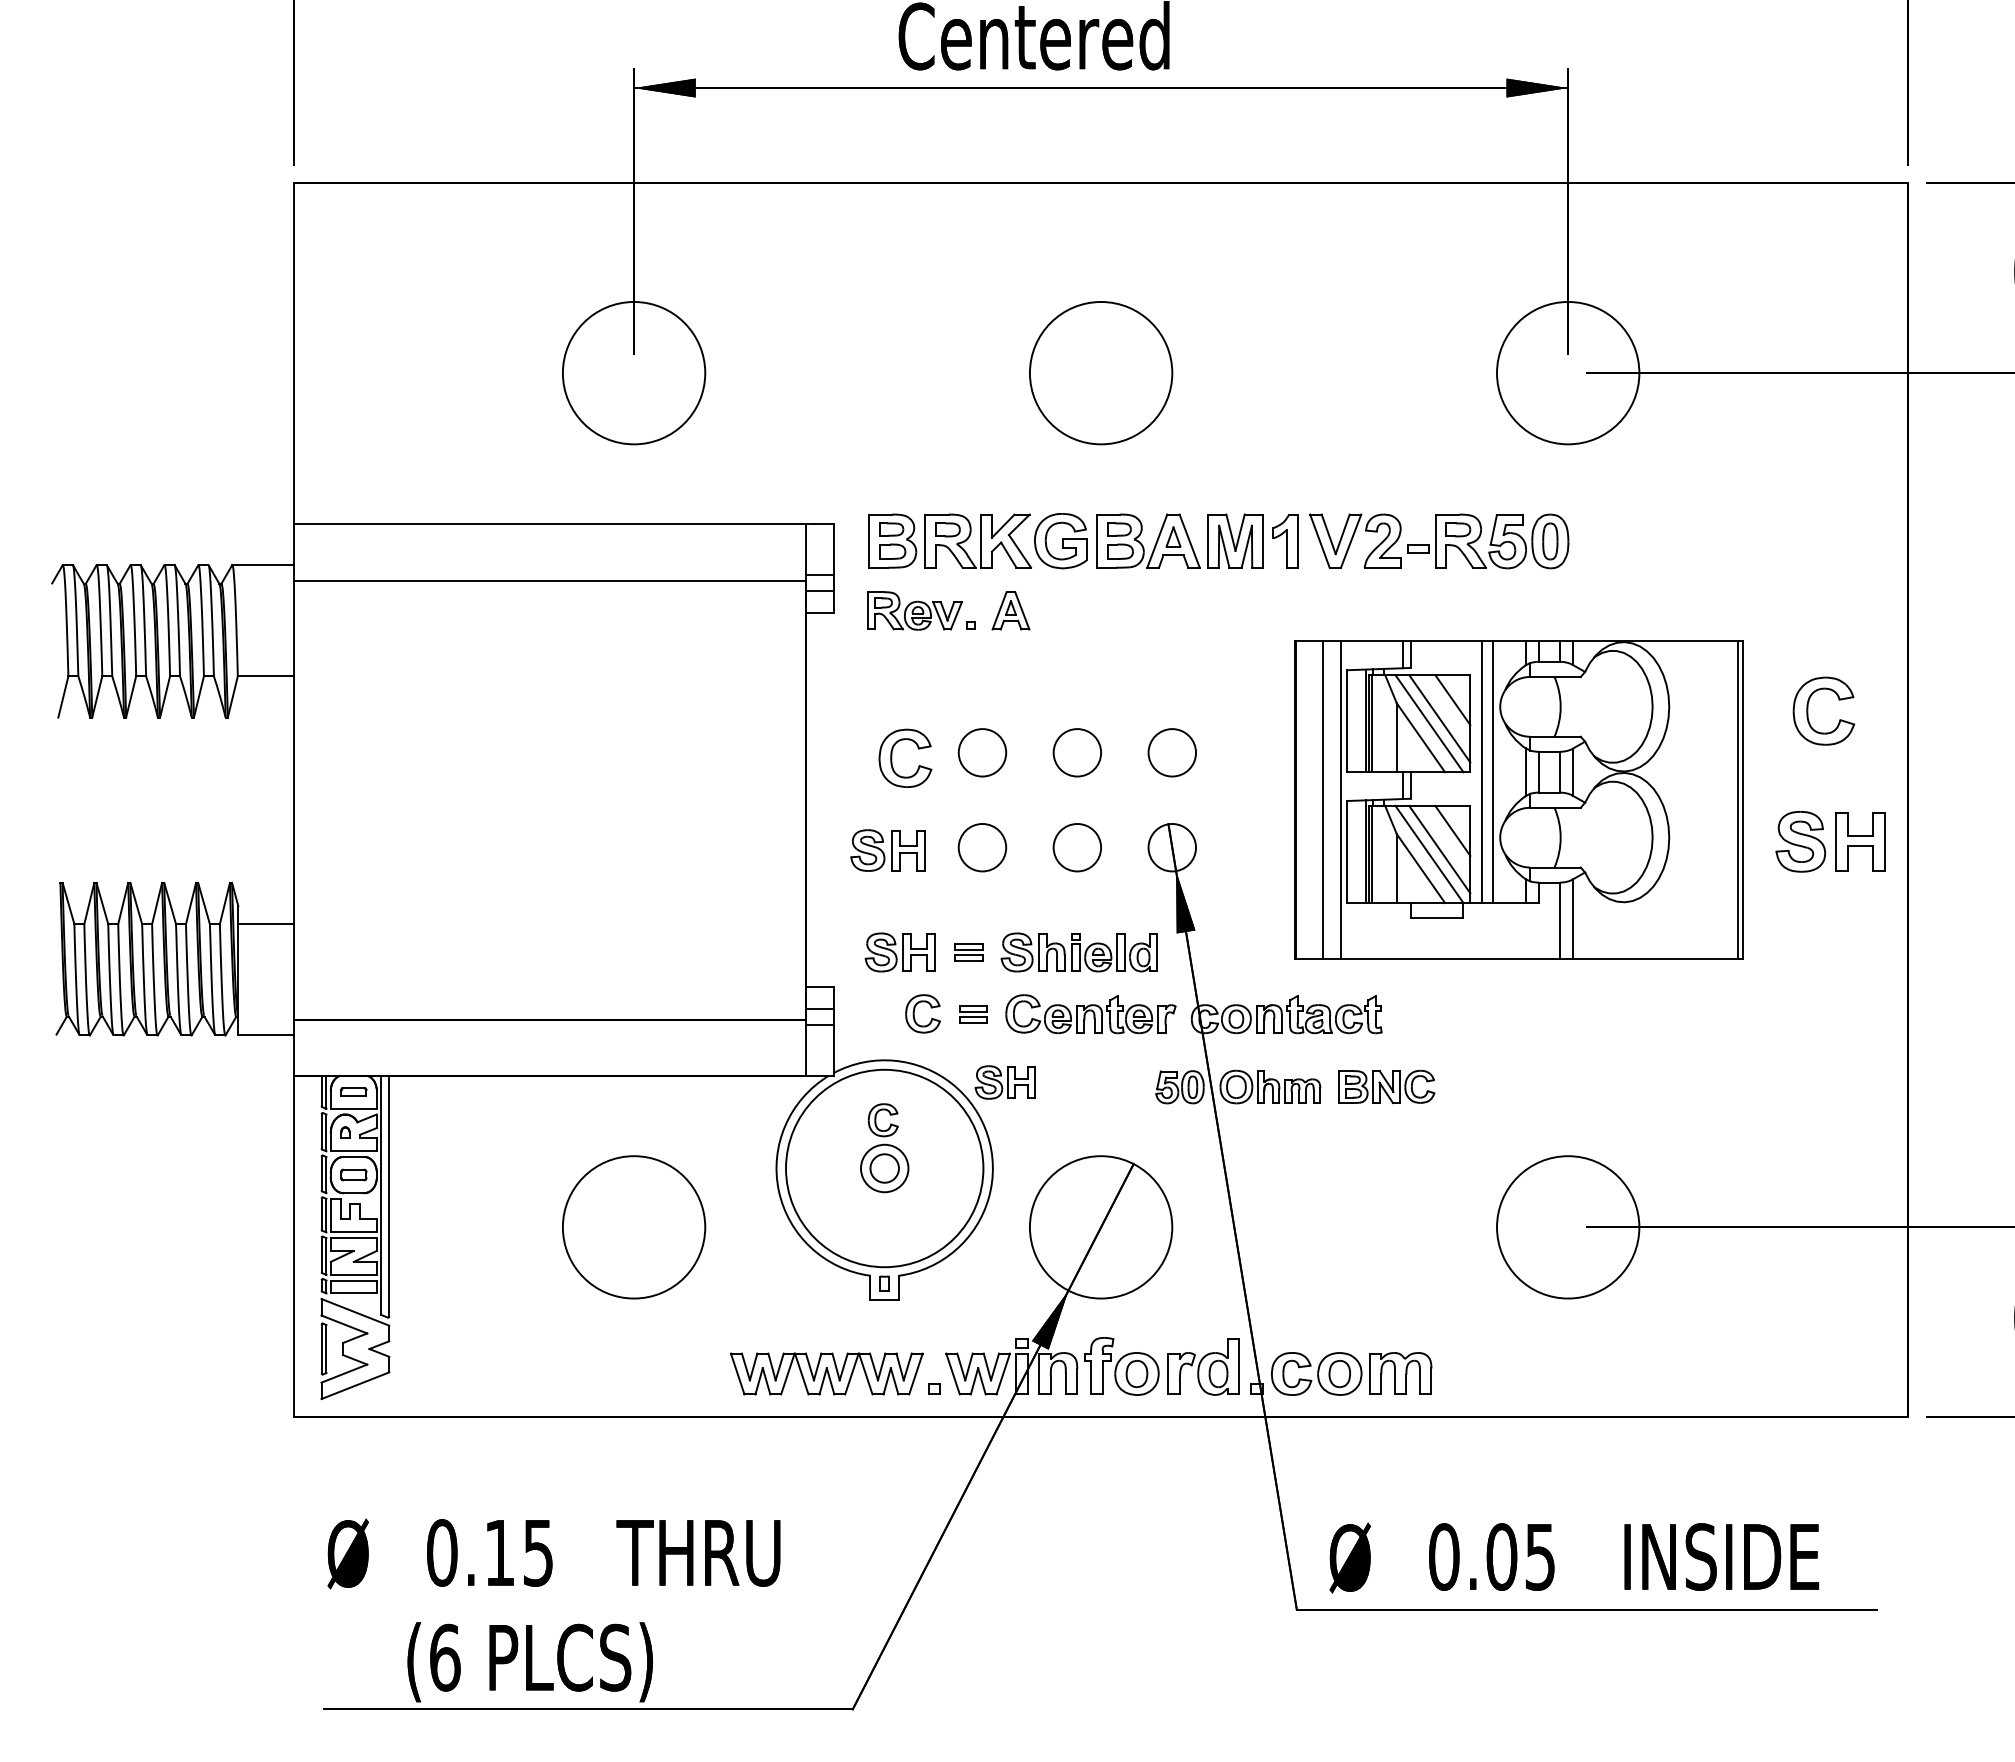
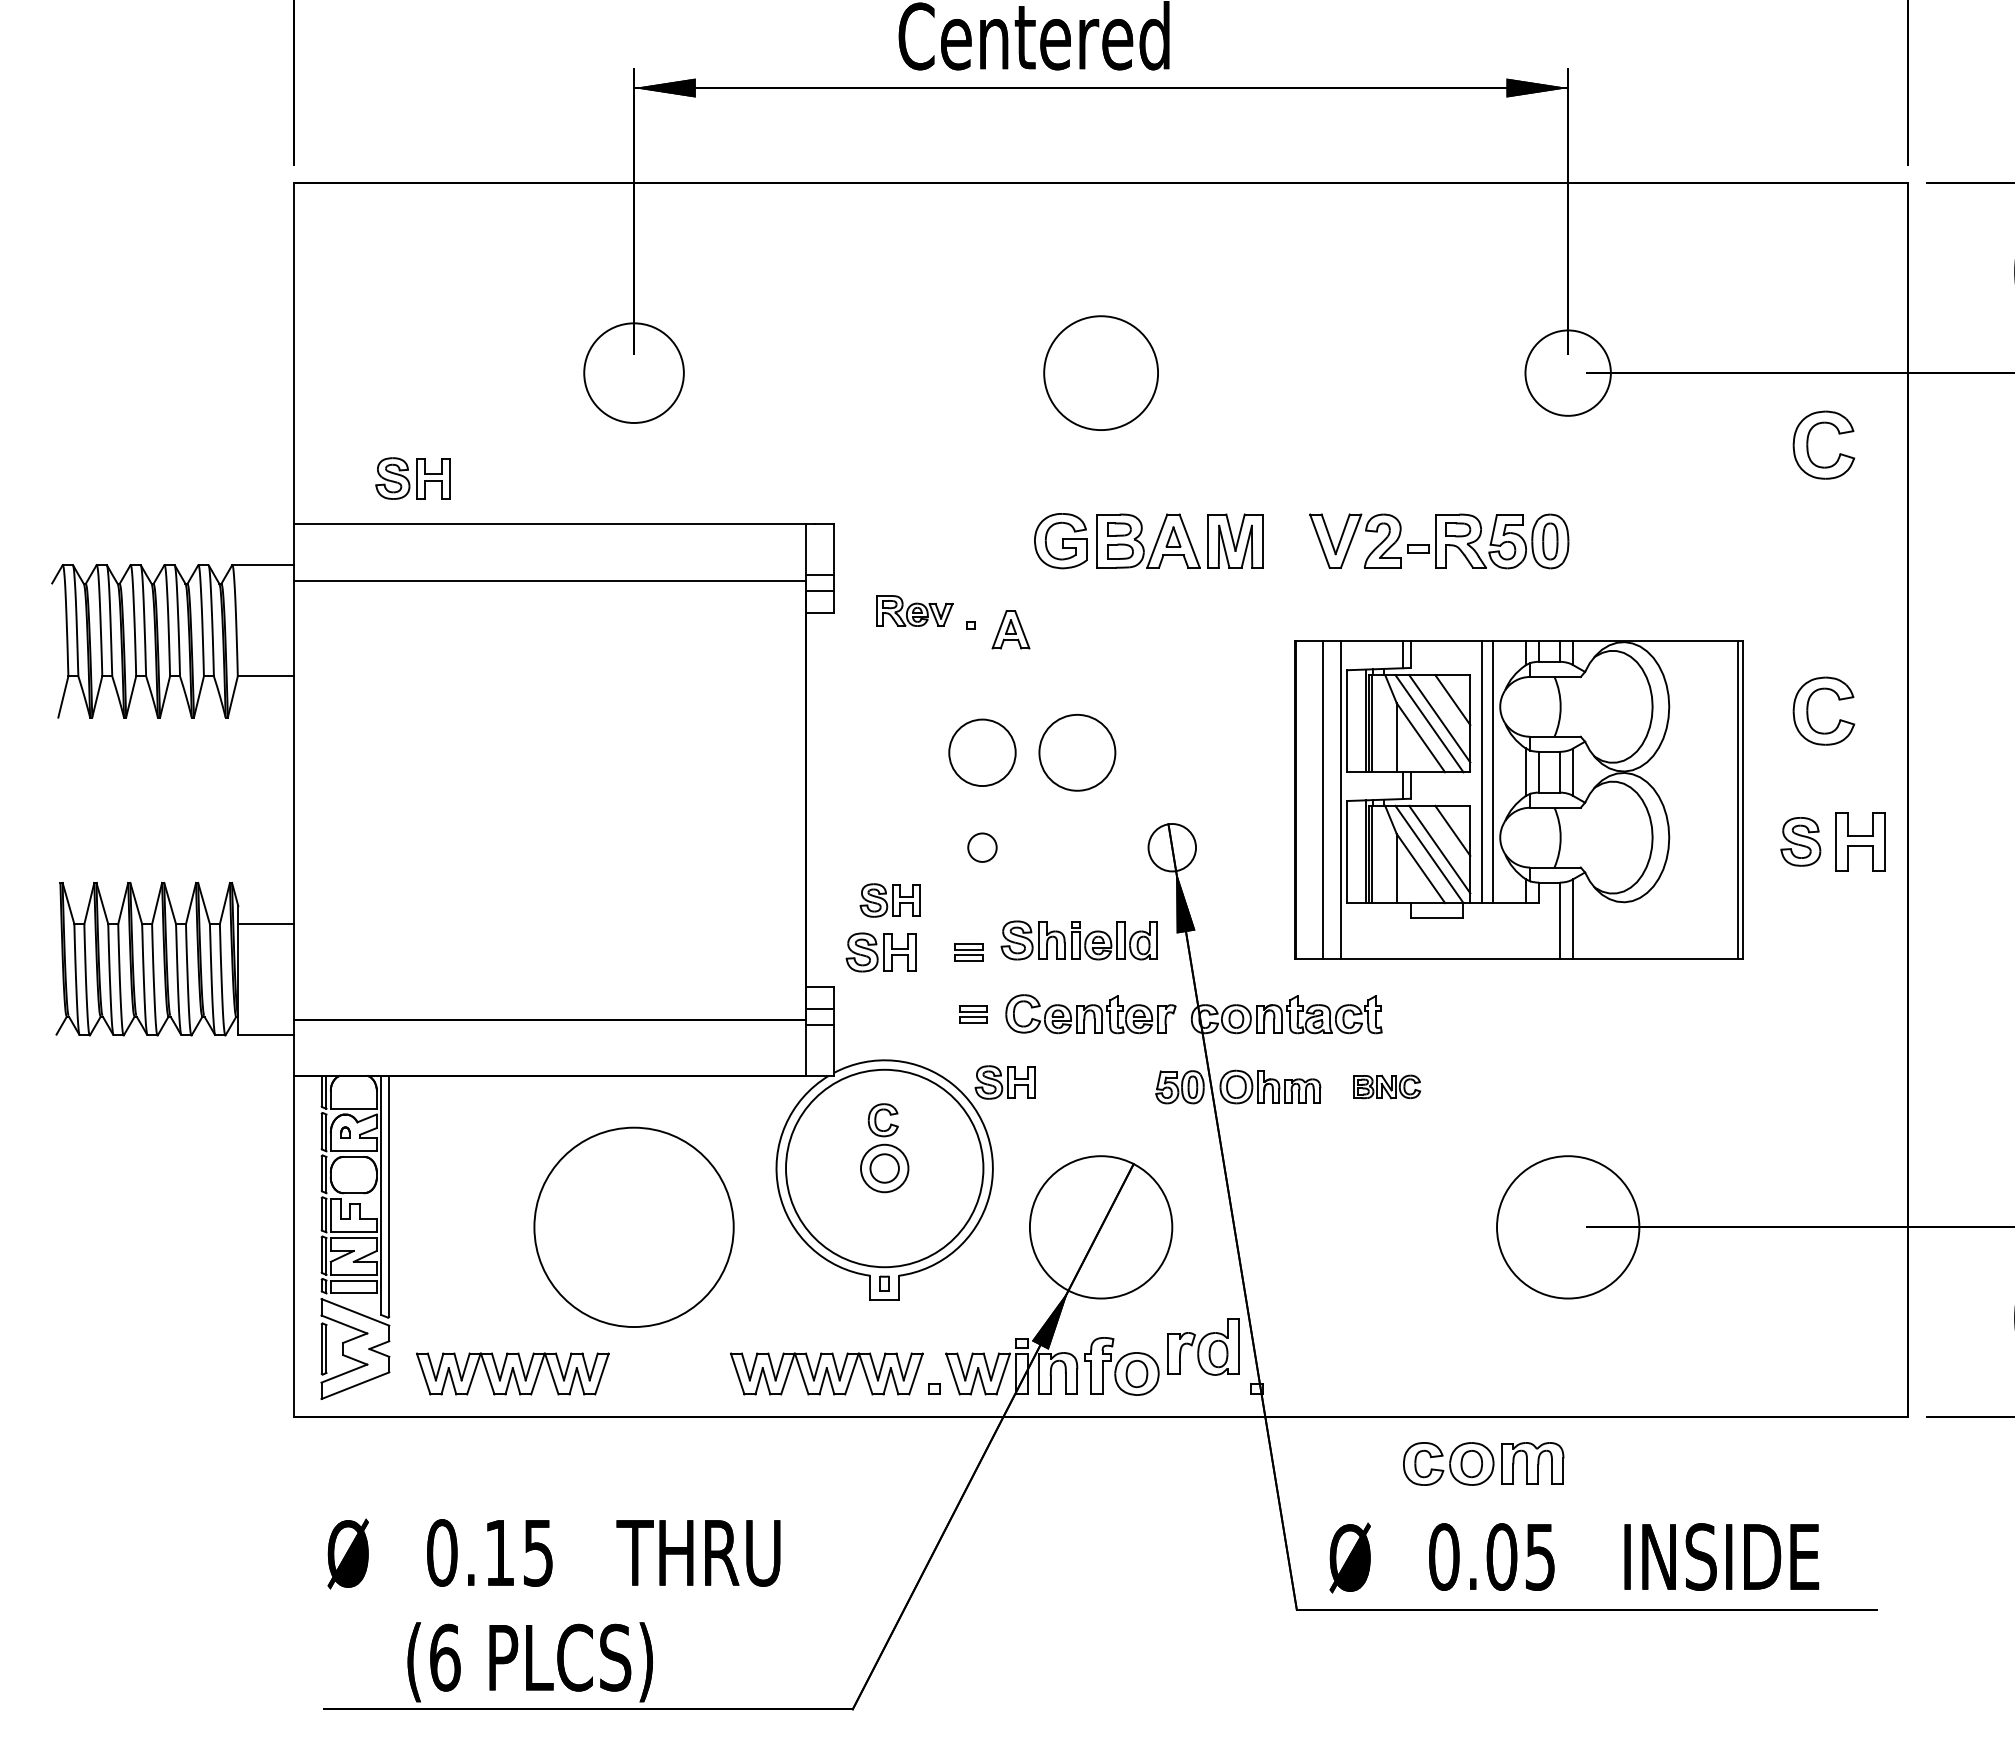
circle at (633, 372) diameter: 142 px -> 100 px
circle at (1100, 372) diameter: 142 px -> 114 px
circle at (1568, 372) diameter: 142 px -> 85 px
part at (1808, 444): none -> present
part at (950, 540): present -> none
part at (1285, 541): present -> none
part at (914, 610) size: 96x40 px -> 78x32 px
part at (1010, 610) position: (1010, 610) -> (1010, 629)
circle at (982, 752) diameter: 47 px -> 66 px
circle at (1077, 752) diameter: 47 px -> 76 px
circle at (1171, 752): present -> none
part at (892, 757): present -> none
part at (1800, 841) size: 52x62 px -> 42x50 px
circle at (982, 847) diameter: 47 px -> 28 px
circle at (1076, 847): present -> none
part at (887, 850) position: (887, 850) -> (412, 478)
part at (889, 900): none -> present
part at (899, 952) position: (899, 952) -> (880, 952)
part at (1078, 952) position: (1078, 952) -> (1078, 940)
part at (914, 1013): present -> none
part at (1386, 1086) size: 98x36 px -> 69x26 px
part at (353, 1091): present -> none
part at (353, 1174): present -> none
circle at (633, 1227) diameter: 142 px -> 199 px
part at (1203, 1366) position: (1203, 1366) -> (1203, 1346)
part at (512, 1373): none -> present
part at (1351, 1373) position: (1351, 1373) -> (1483, 1463)
